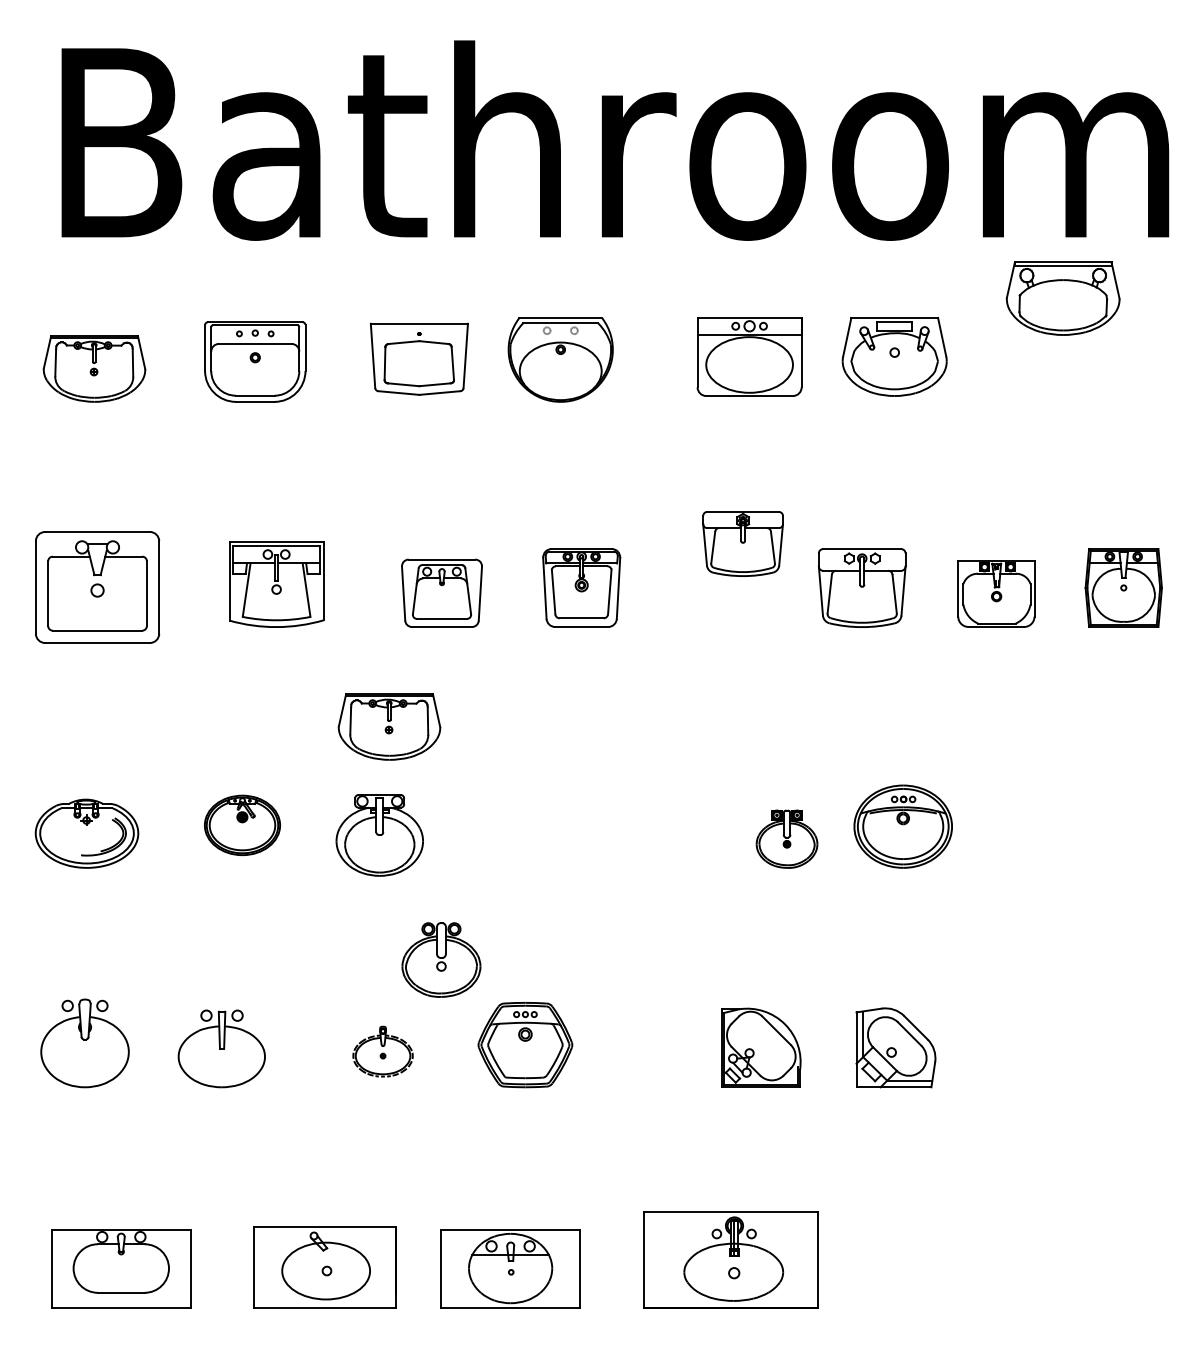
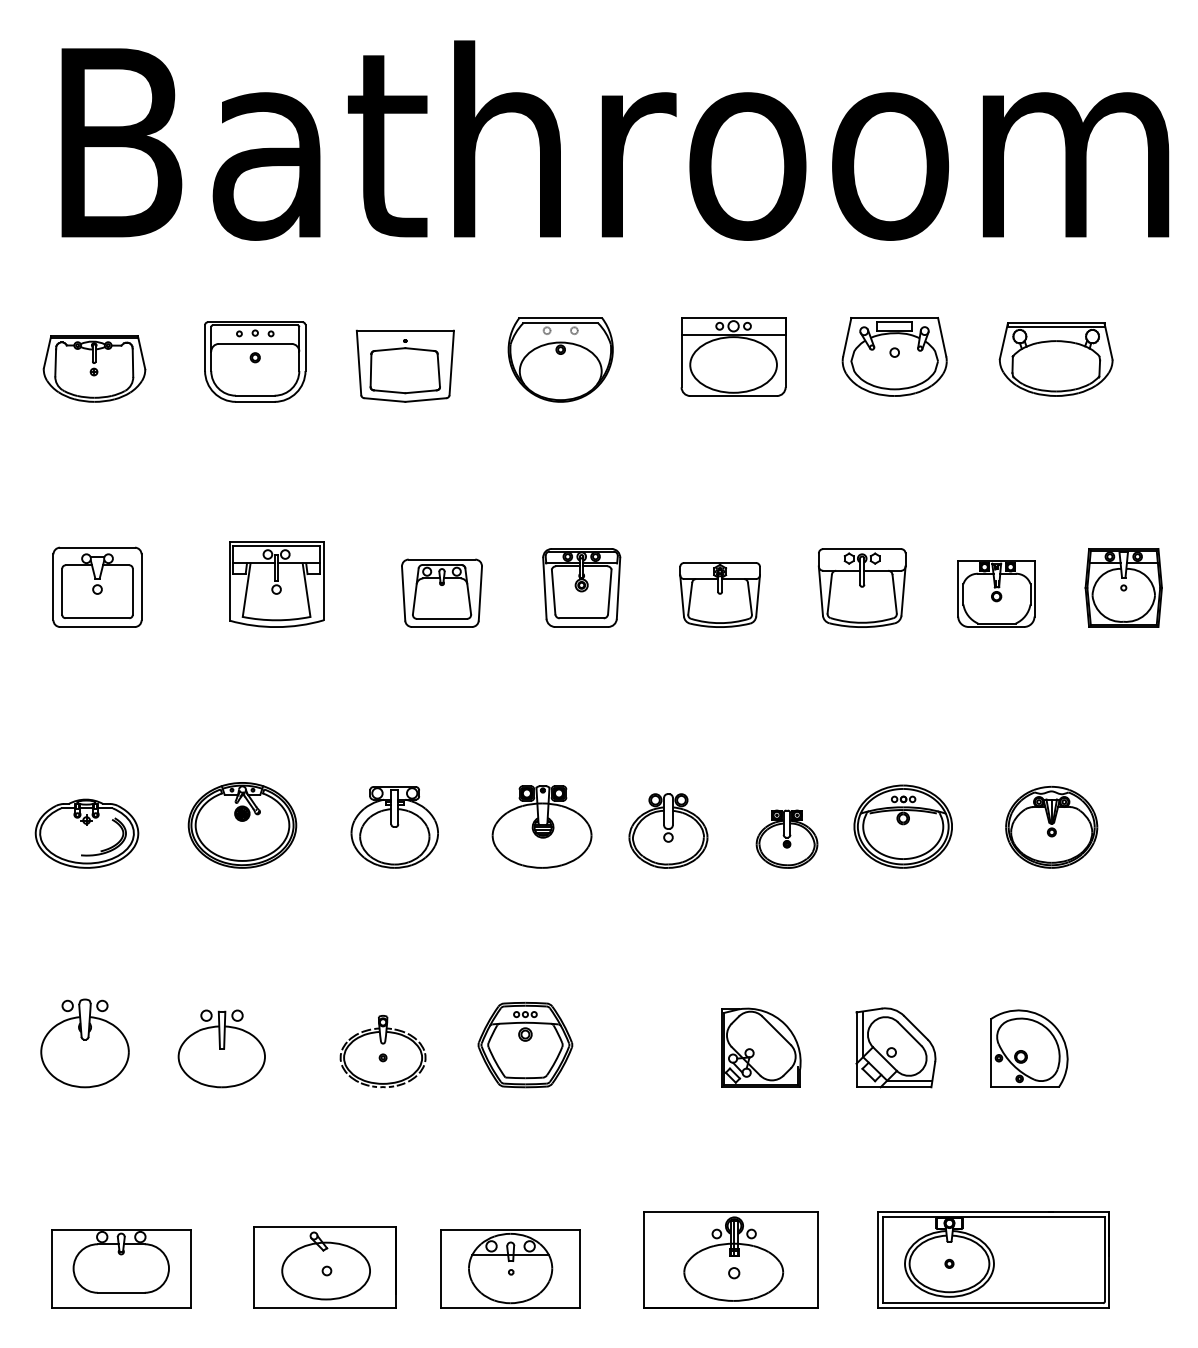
part at (1062, 298) position: (1062, 298) -> (1055, 359)
part at (749, 356) position: (749, 356) -> (733, 356)
part at (418, 358) position: (418, 358) -> (404, 365)
part at (742, 543) position: (742, 543) -> (719, 594)
part at (97, 587) size: 126x113 px -> 91x82 px
part at (389, 726): present -> none
part at (242, 825) size: 77x63 px -> 111x87 px
part at (541, 826): none -> present
part at (1051, 827): none -> present
part at (379, 835) position: (379, 835) -> (394, 827)
part at (441, 959) position: (441, 959) -> (668, 830)
part at (1029, 1048): none -> present
part at (382, 1051) size: 62x53 px -> 88x74 px
part at (993, 1259): none -> present
